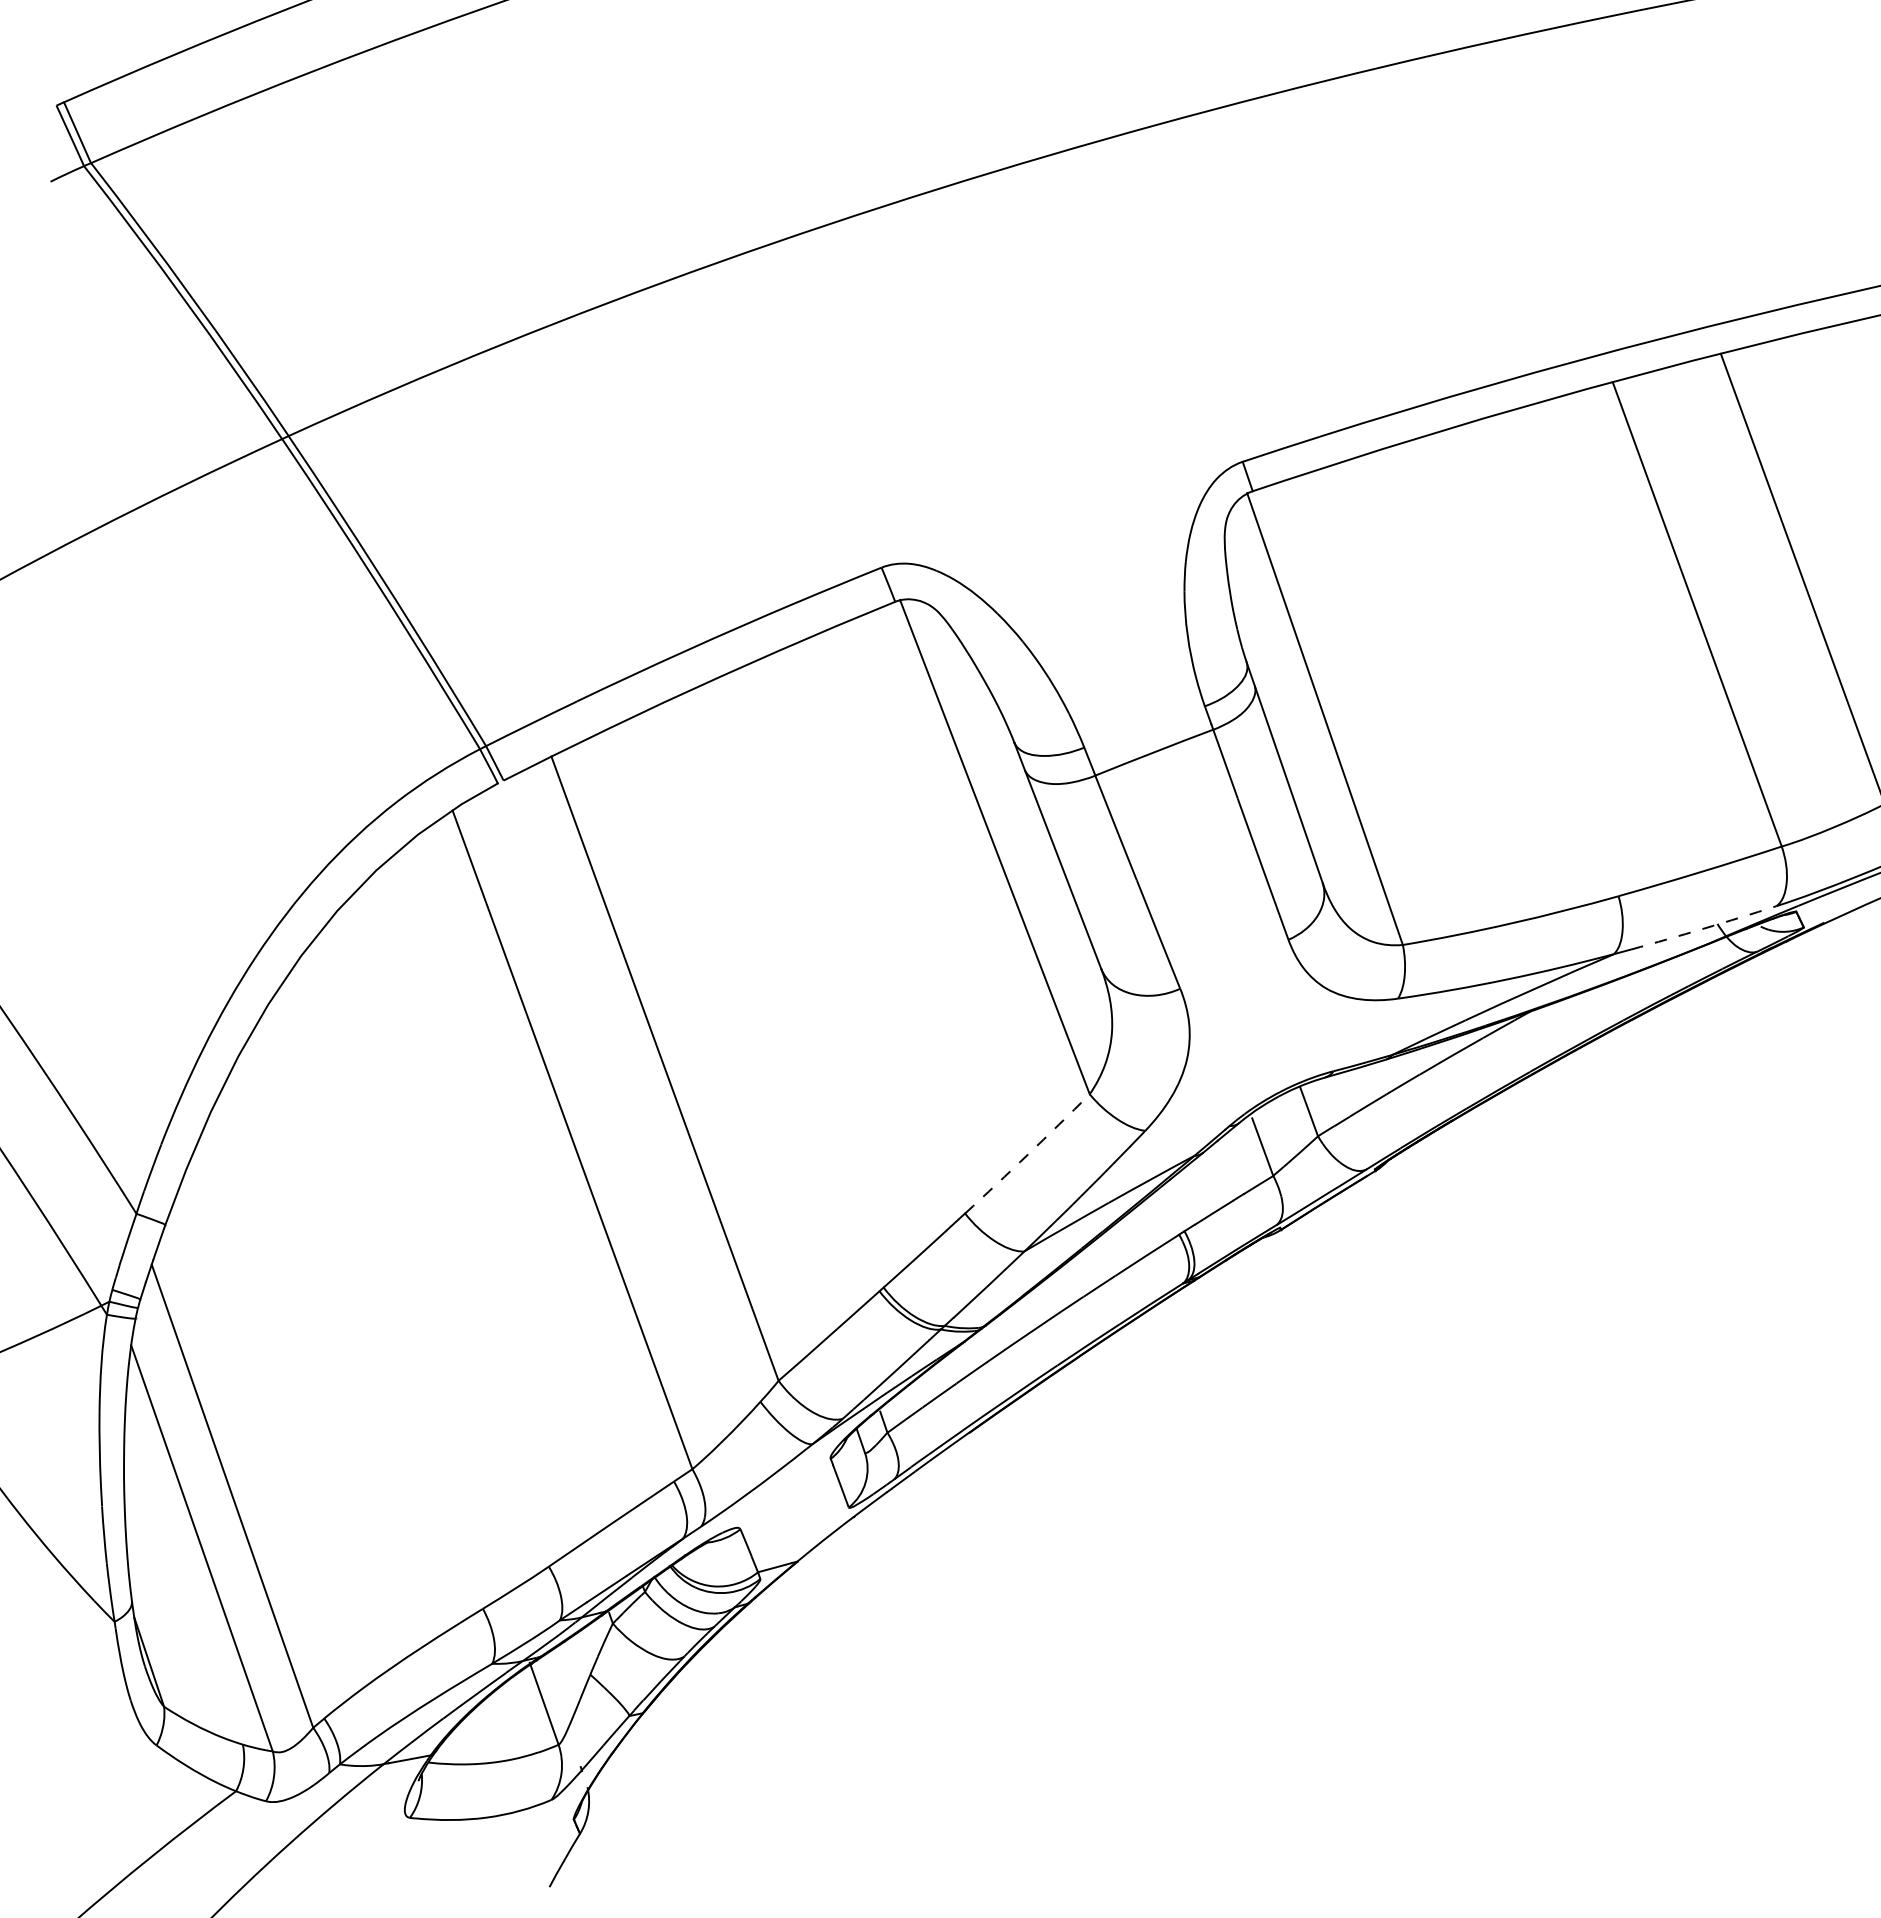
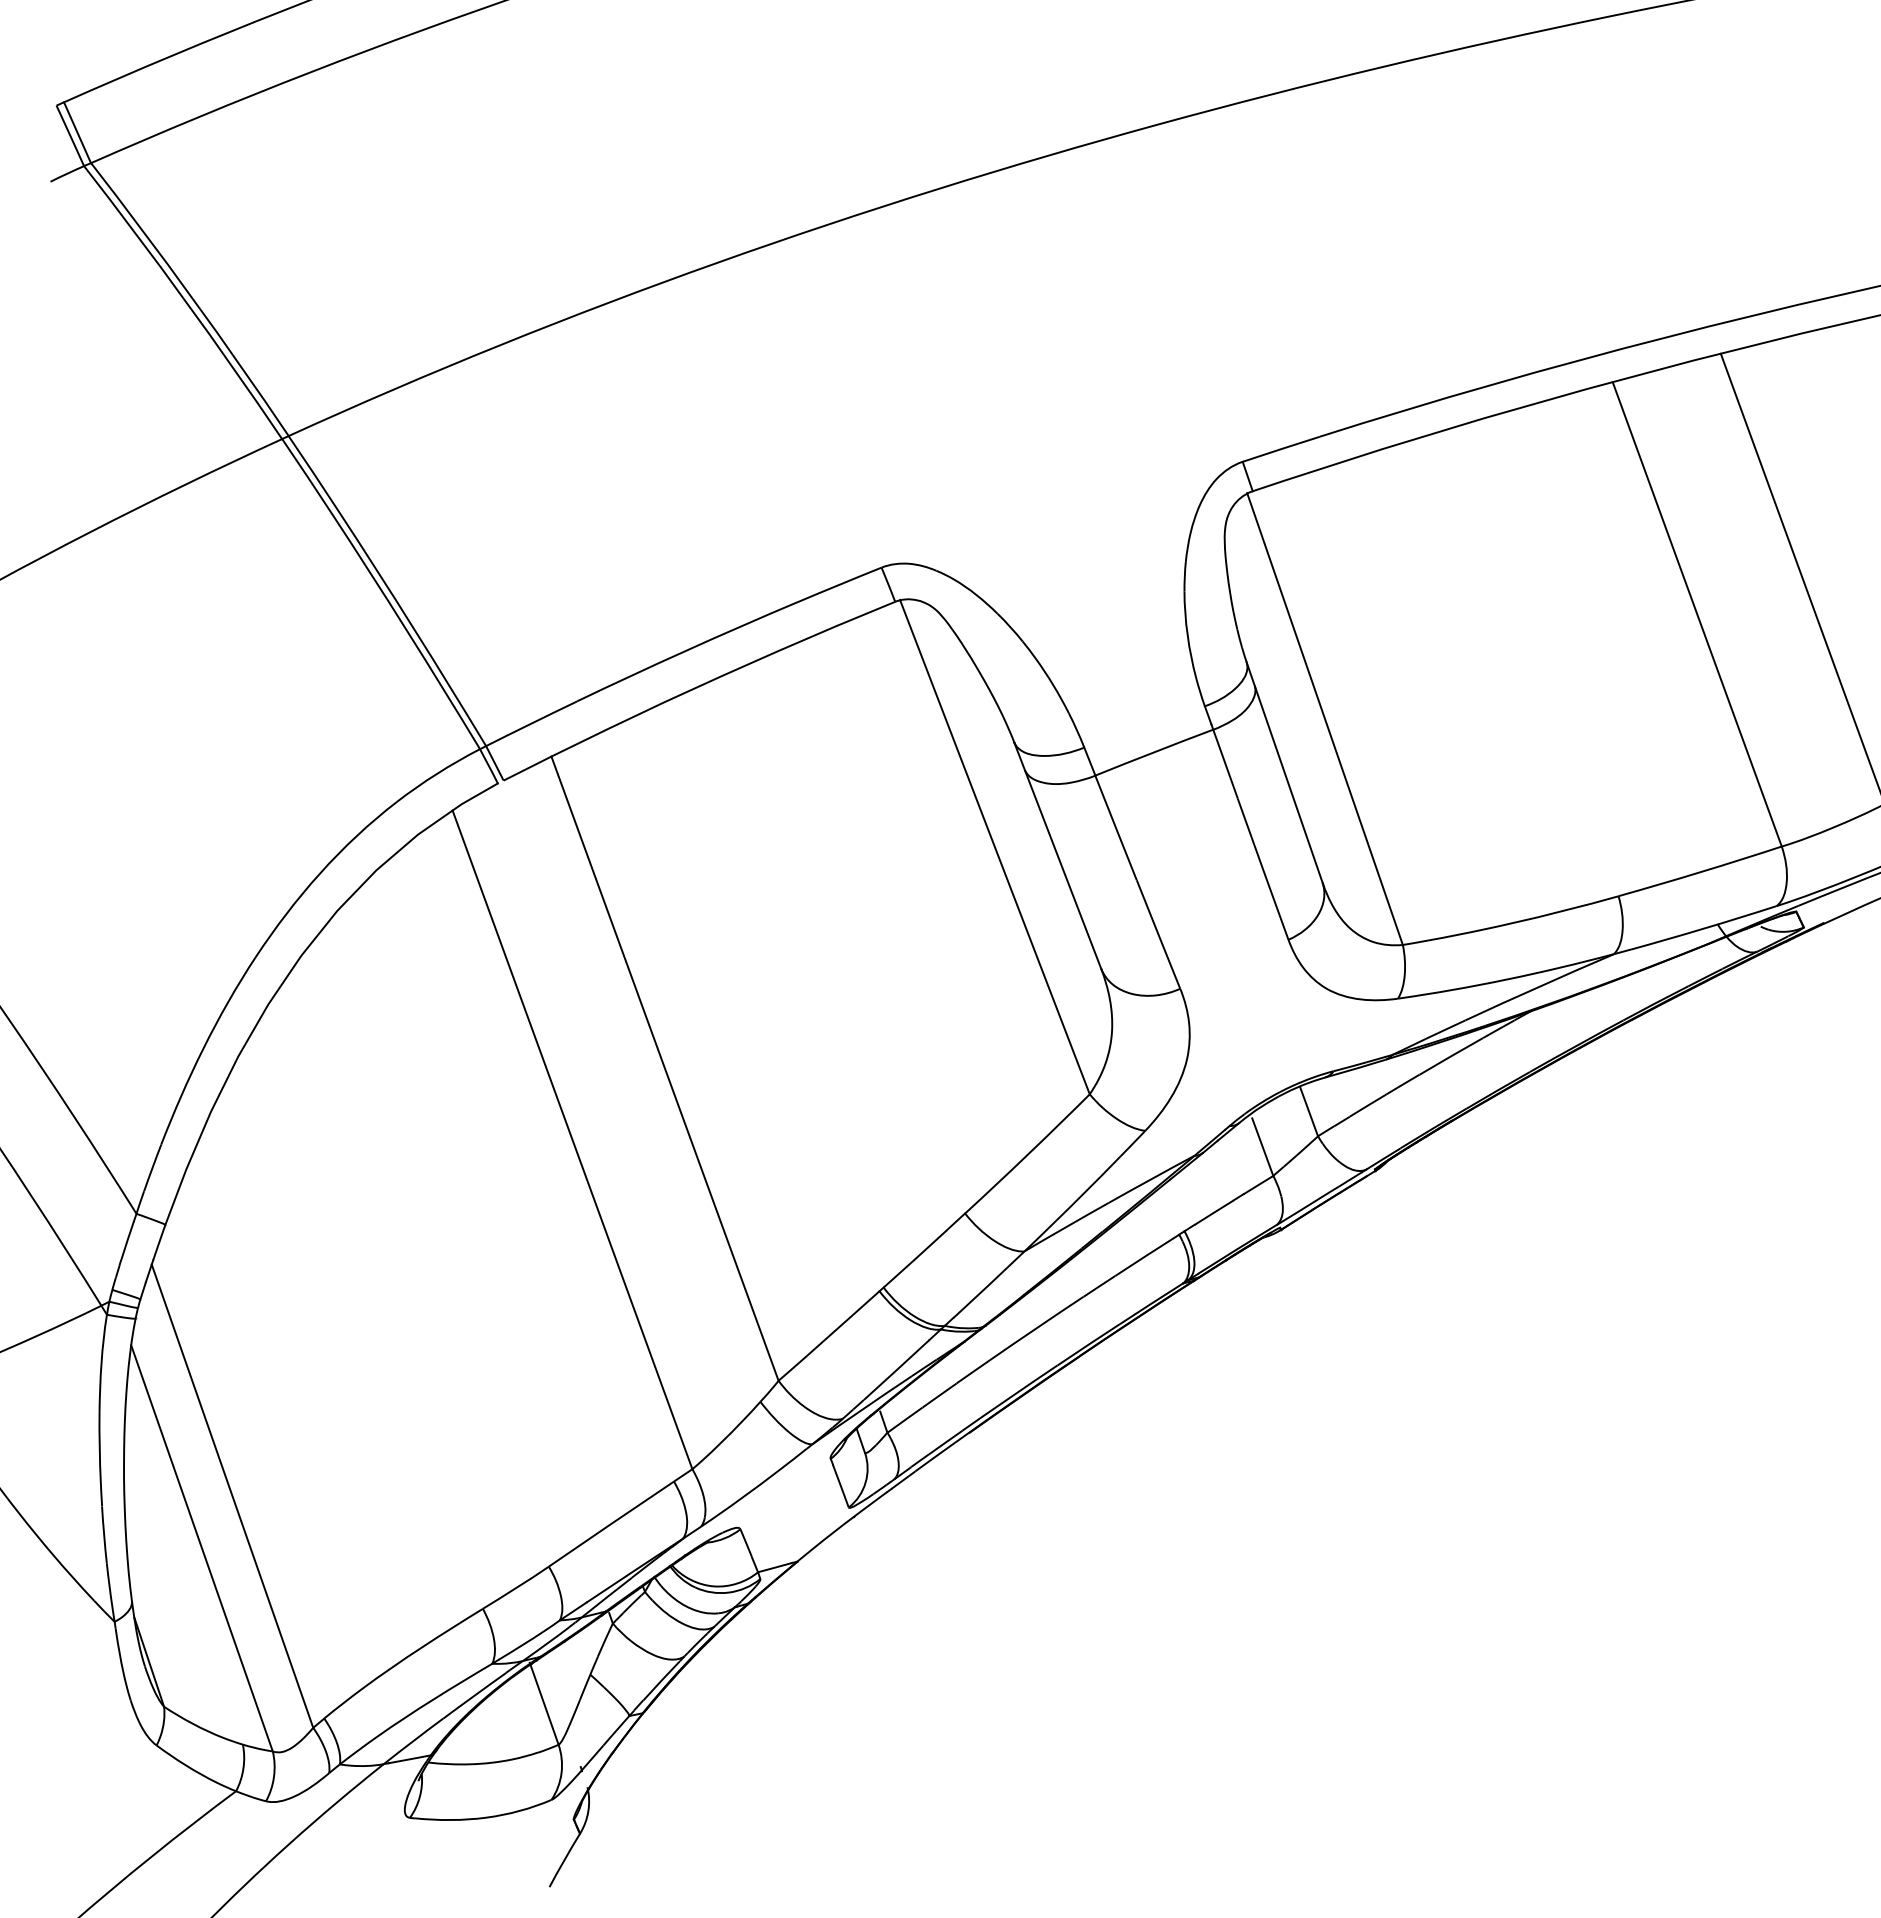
arc at (1704, 928): dashed -> solid
arc at (1028, 1154): dashed -> solid
